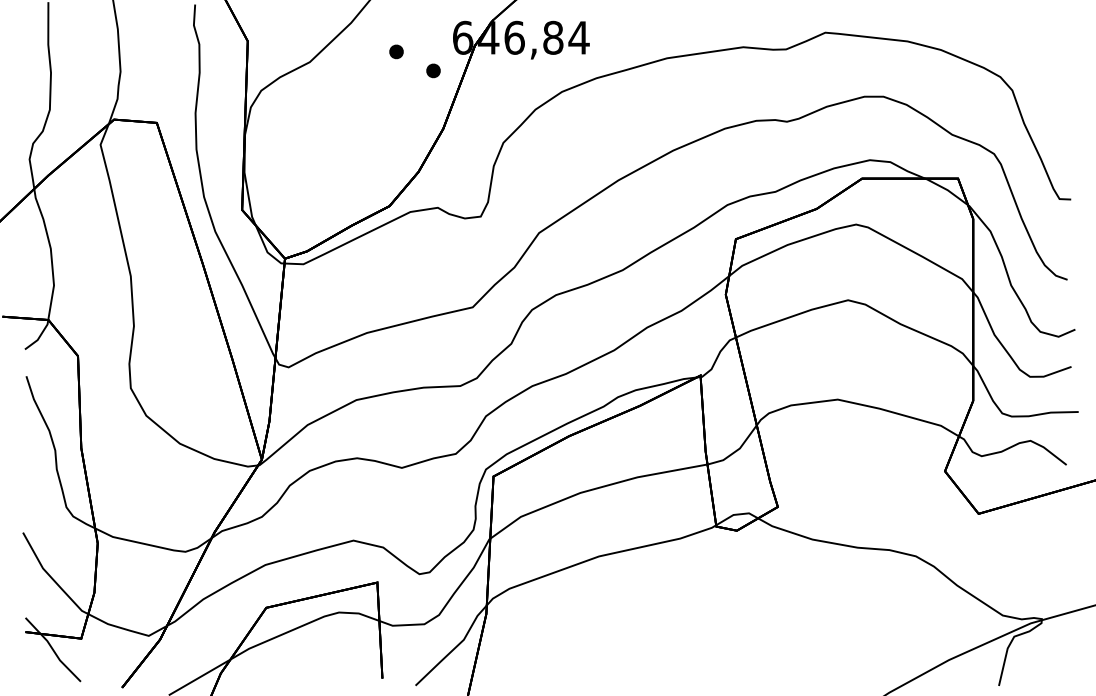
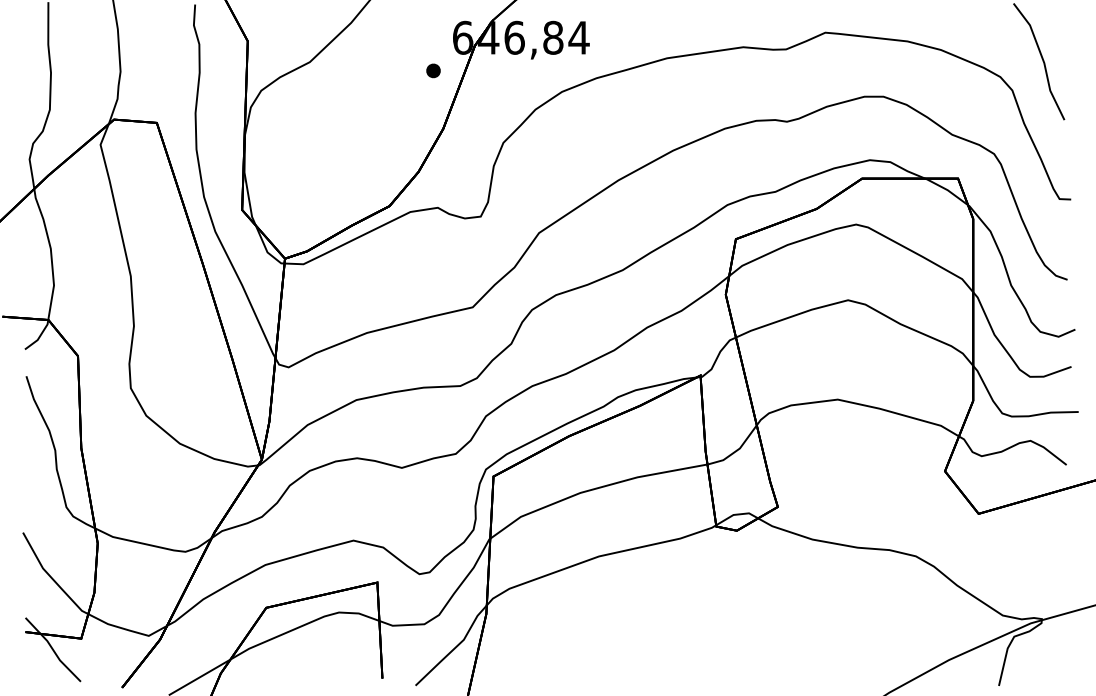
part at (396, 51): present -> none
line at (1042, 61): none -> present
